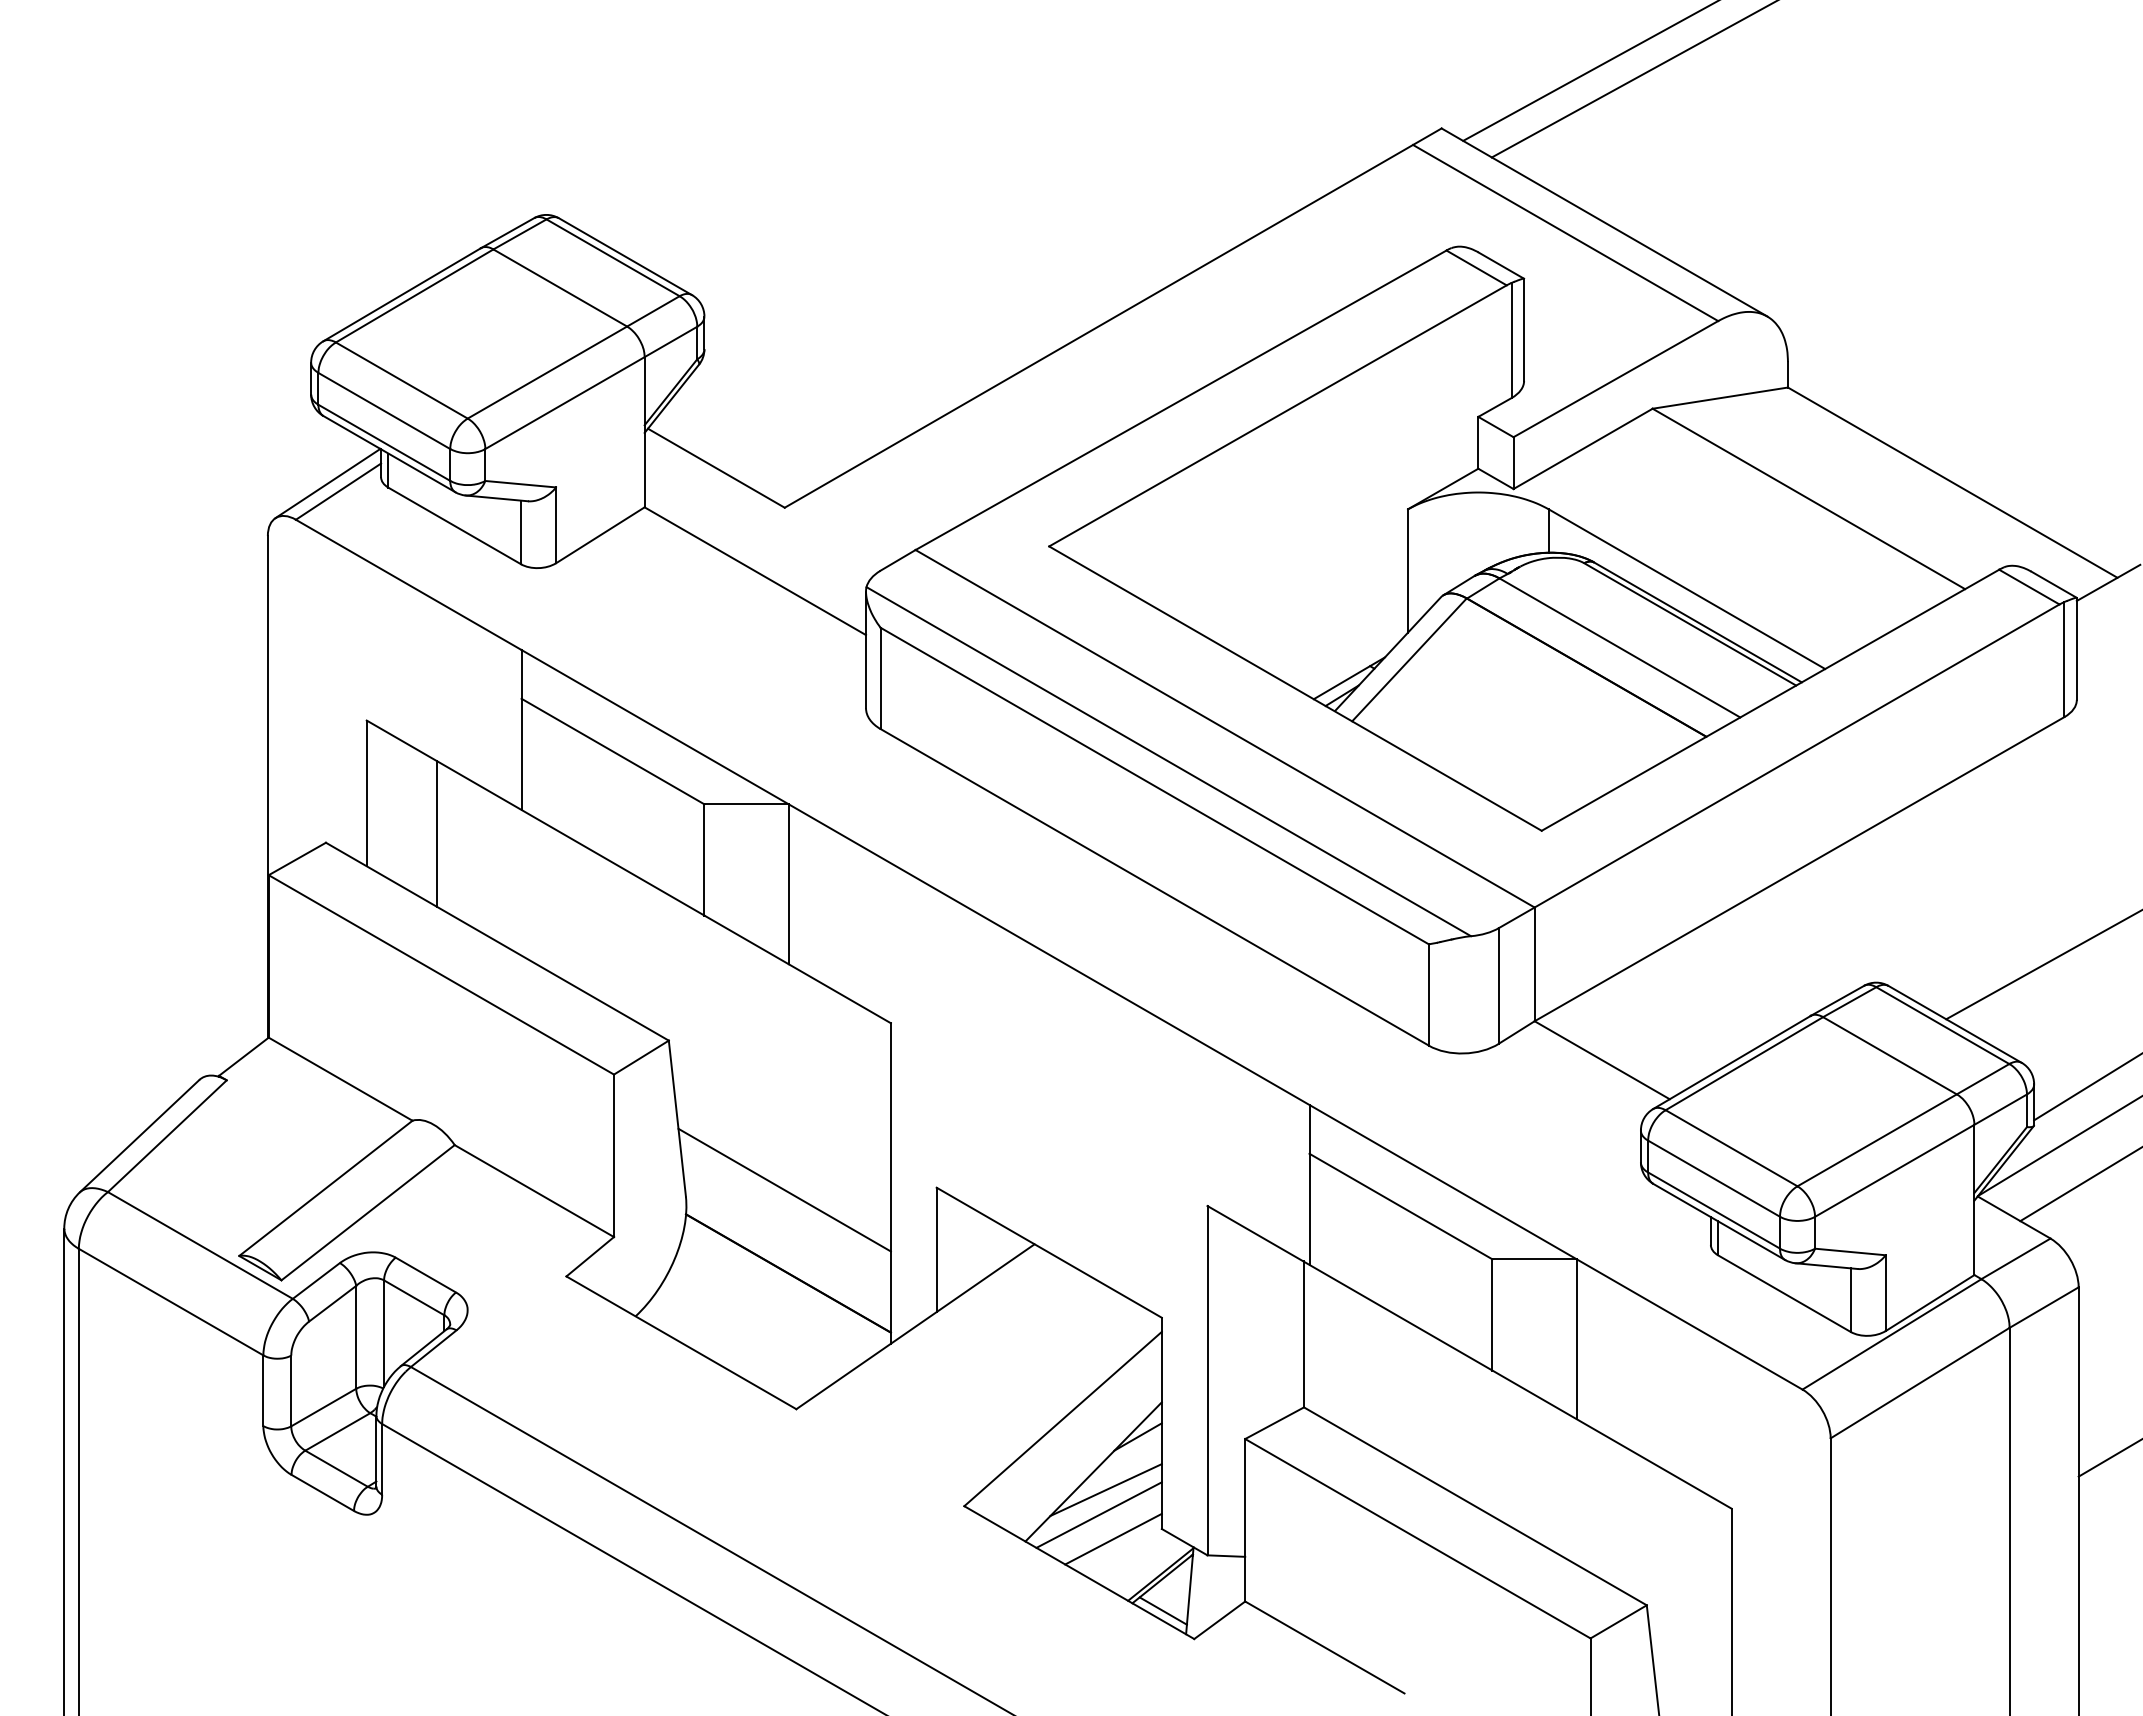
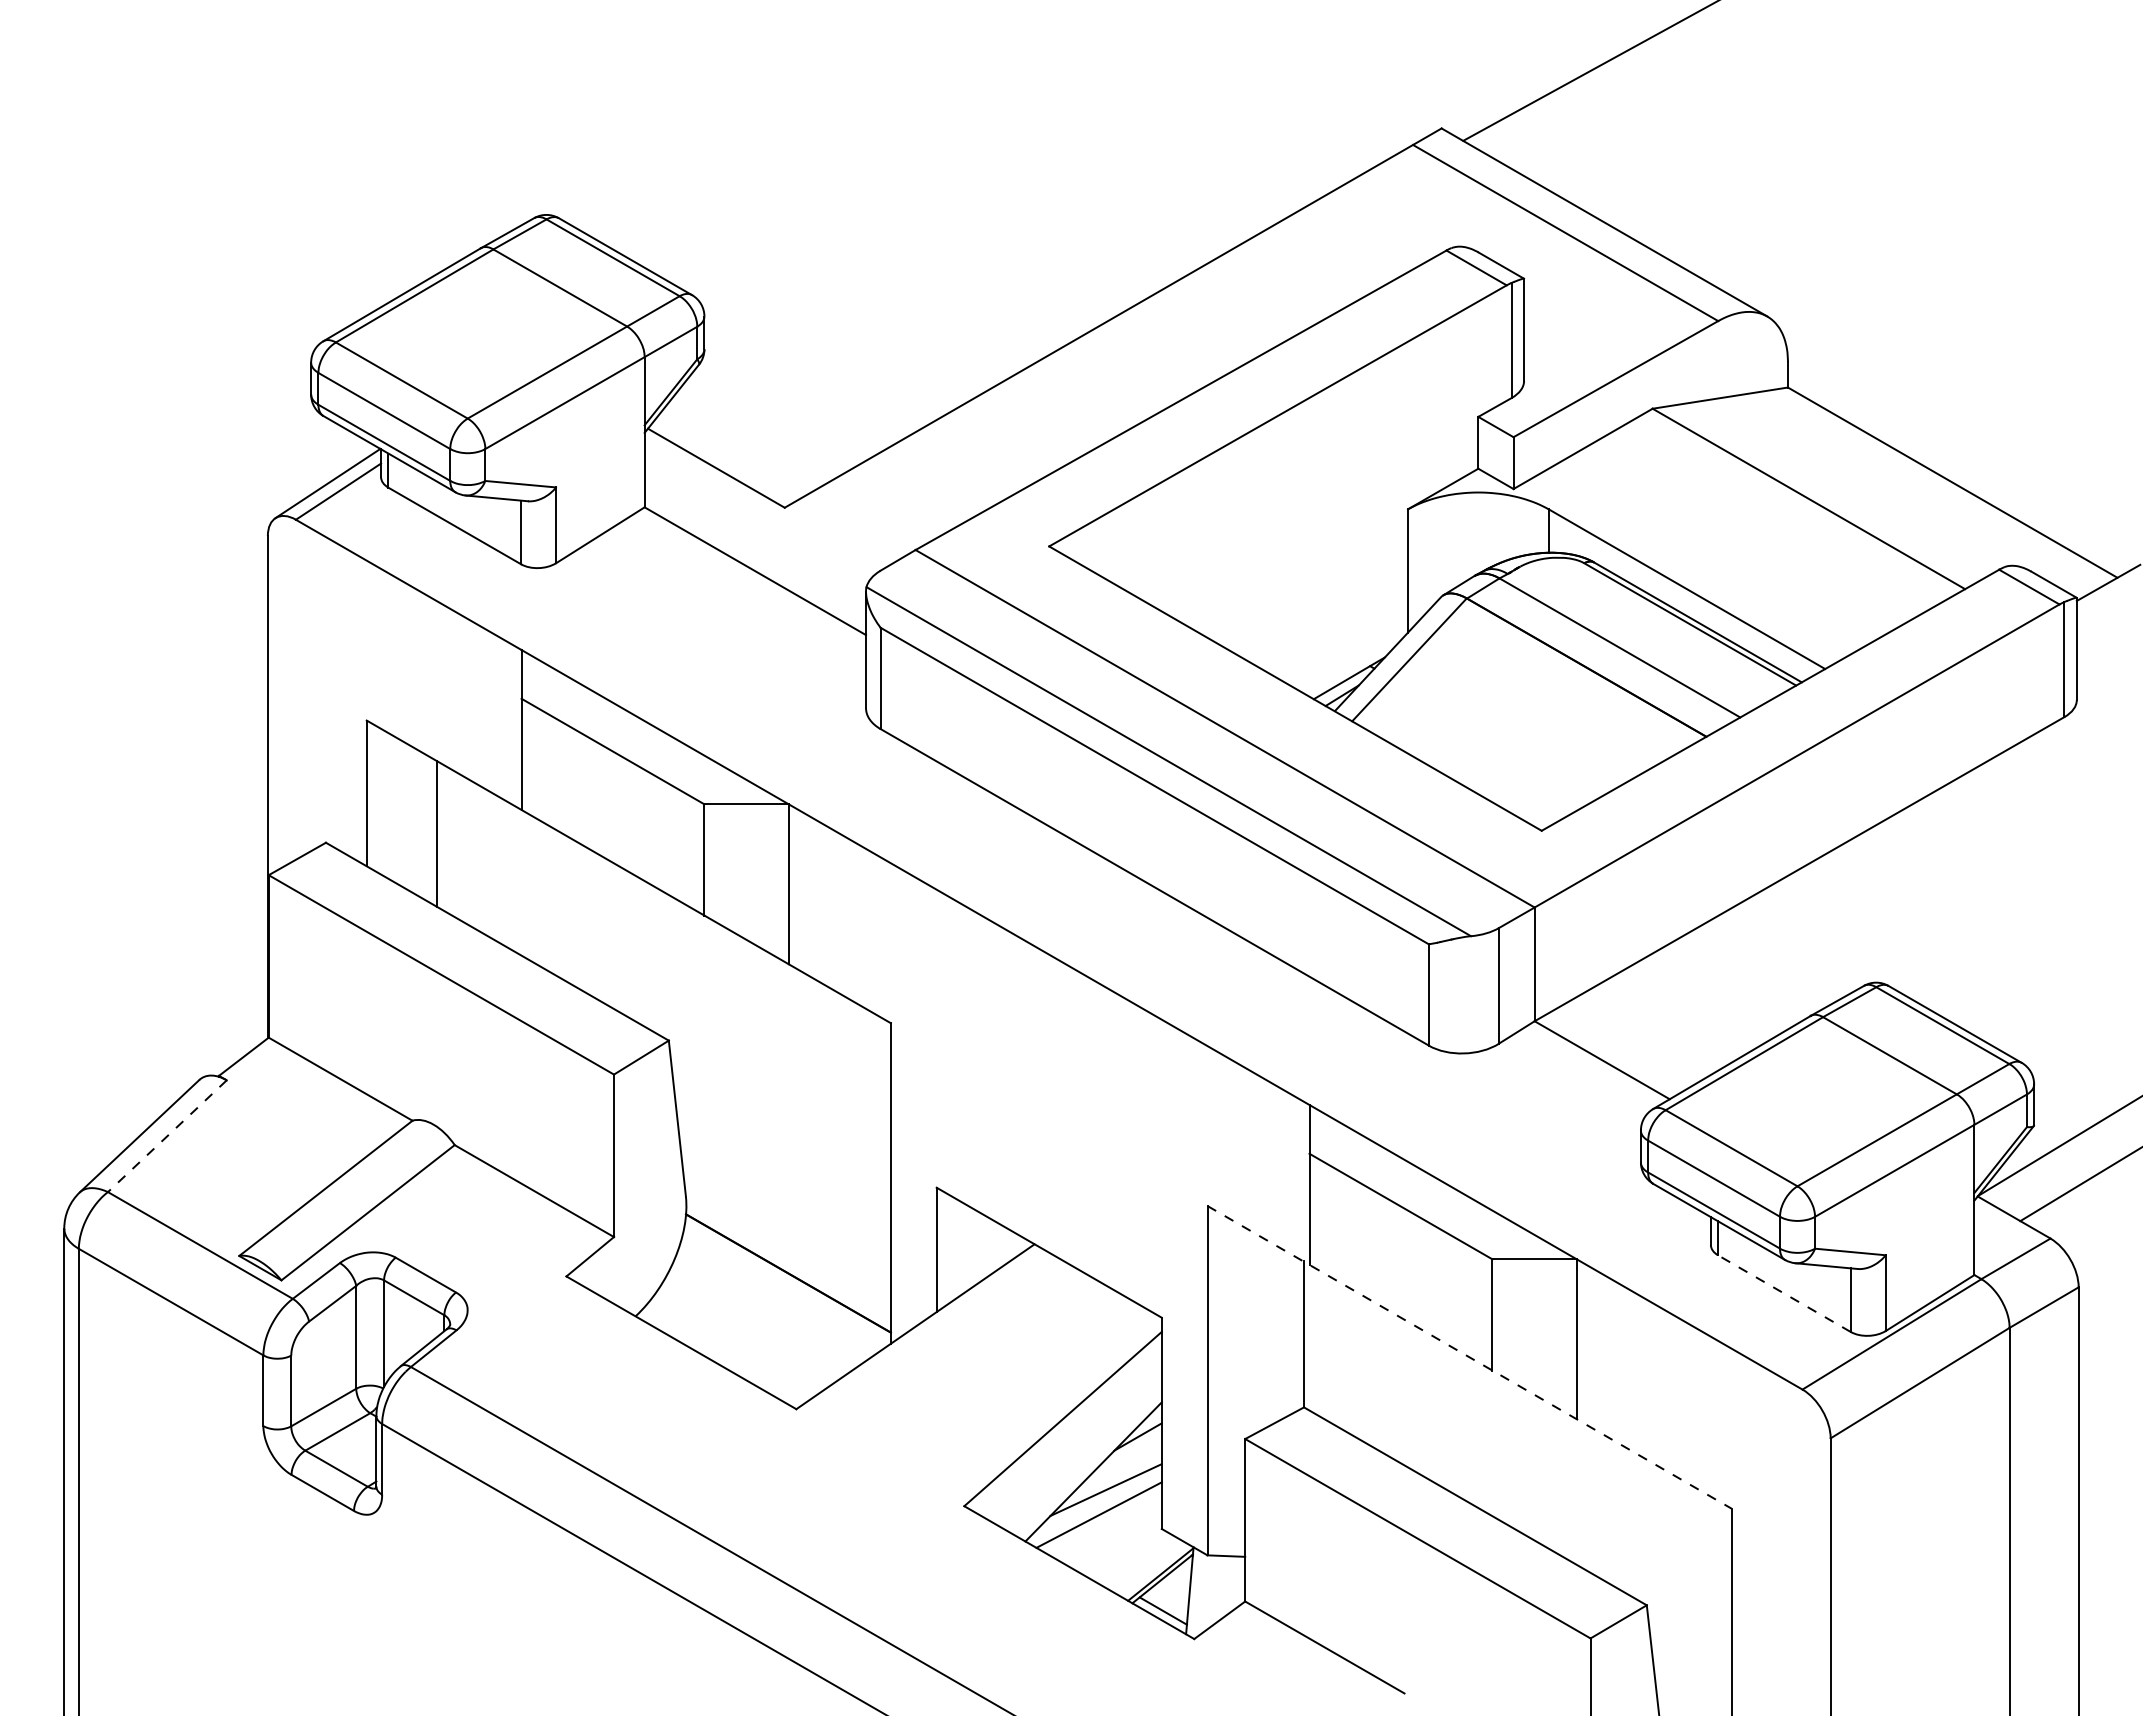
line at (1632, 79): present -> none
line at (2042, 965): present -> none
line at (2086, 1087): present -> none
line at (167, 1136): solid -> dashed
line at (784, 1189): present -> none
line at (1784, 1293): solid -> dashed
line at (1469, 1357): solid -> dashed
line at (2108, 1458): present -> none
line at (1113, 1538): present -> none
